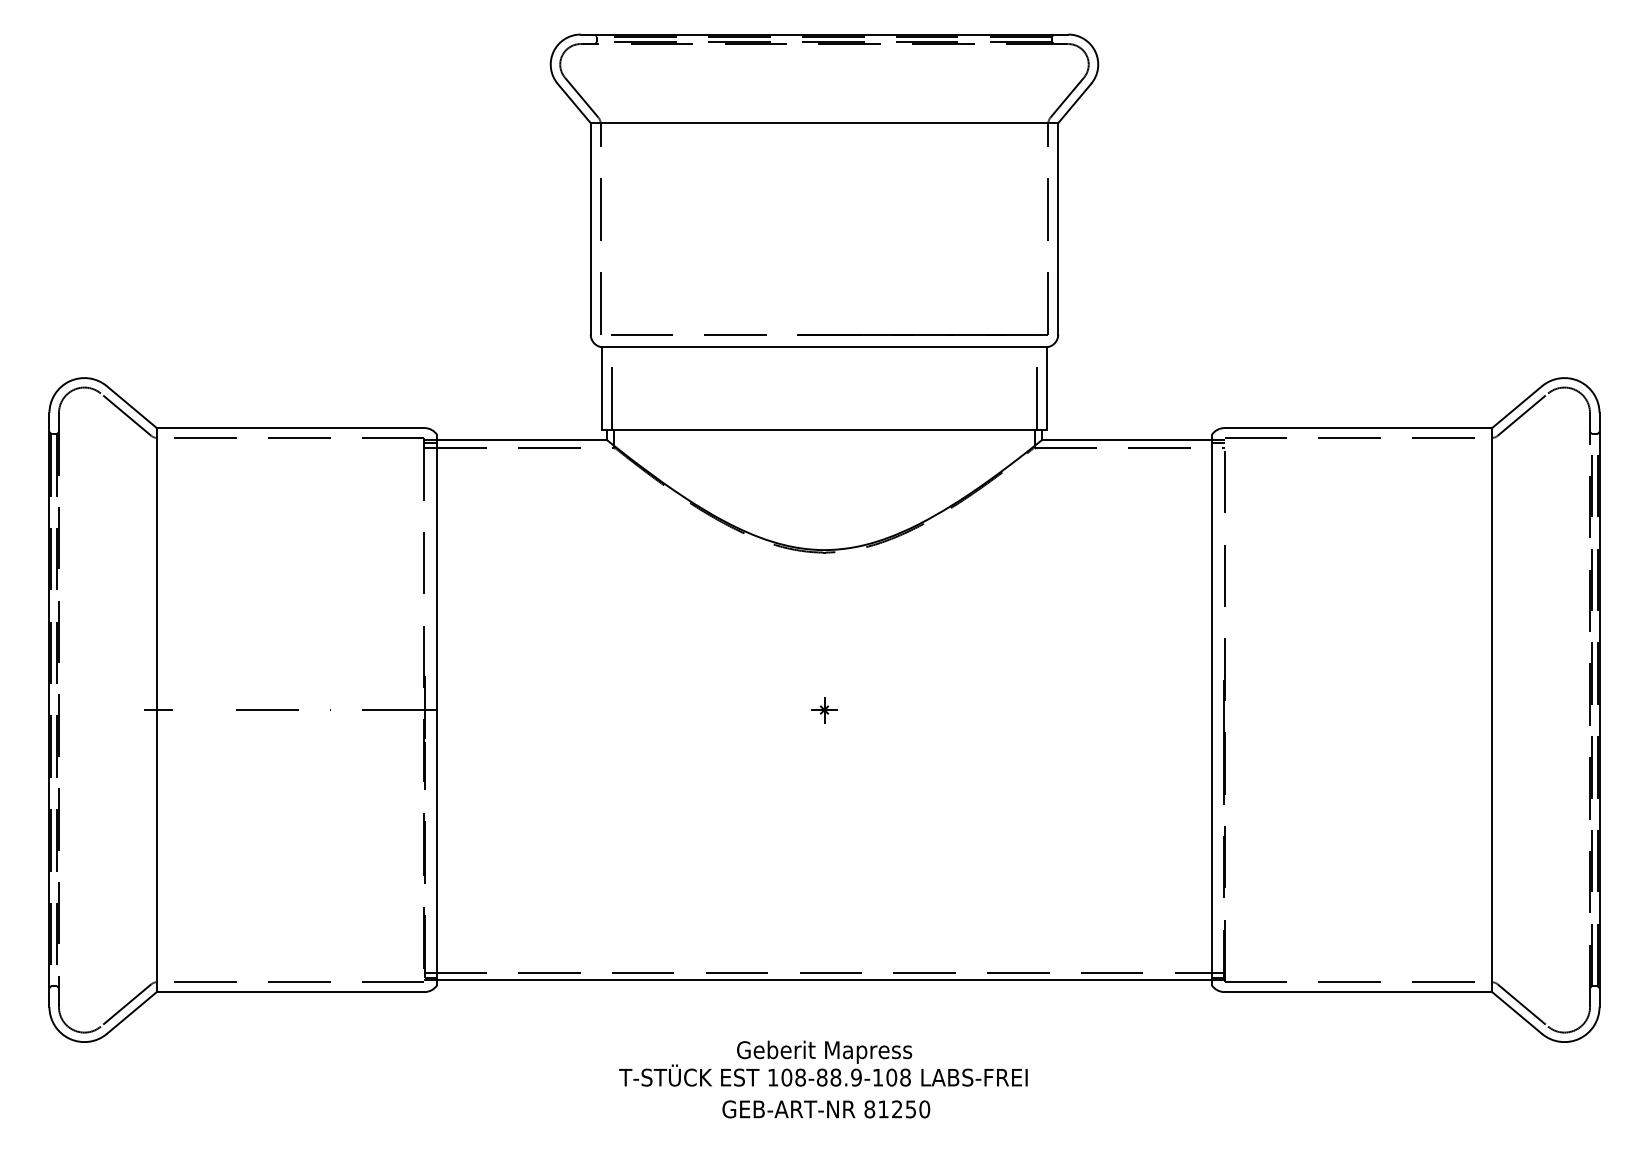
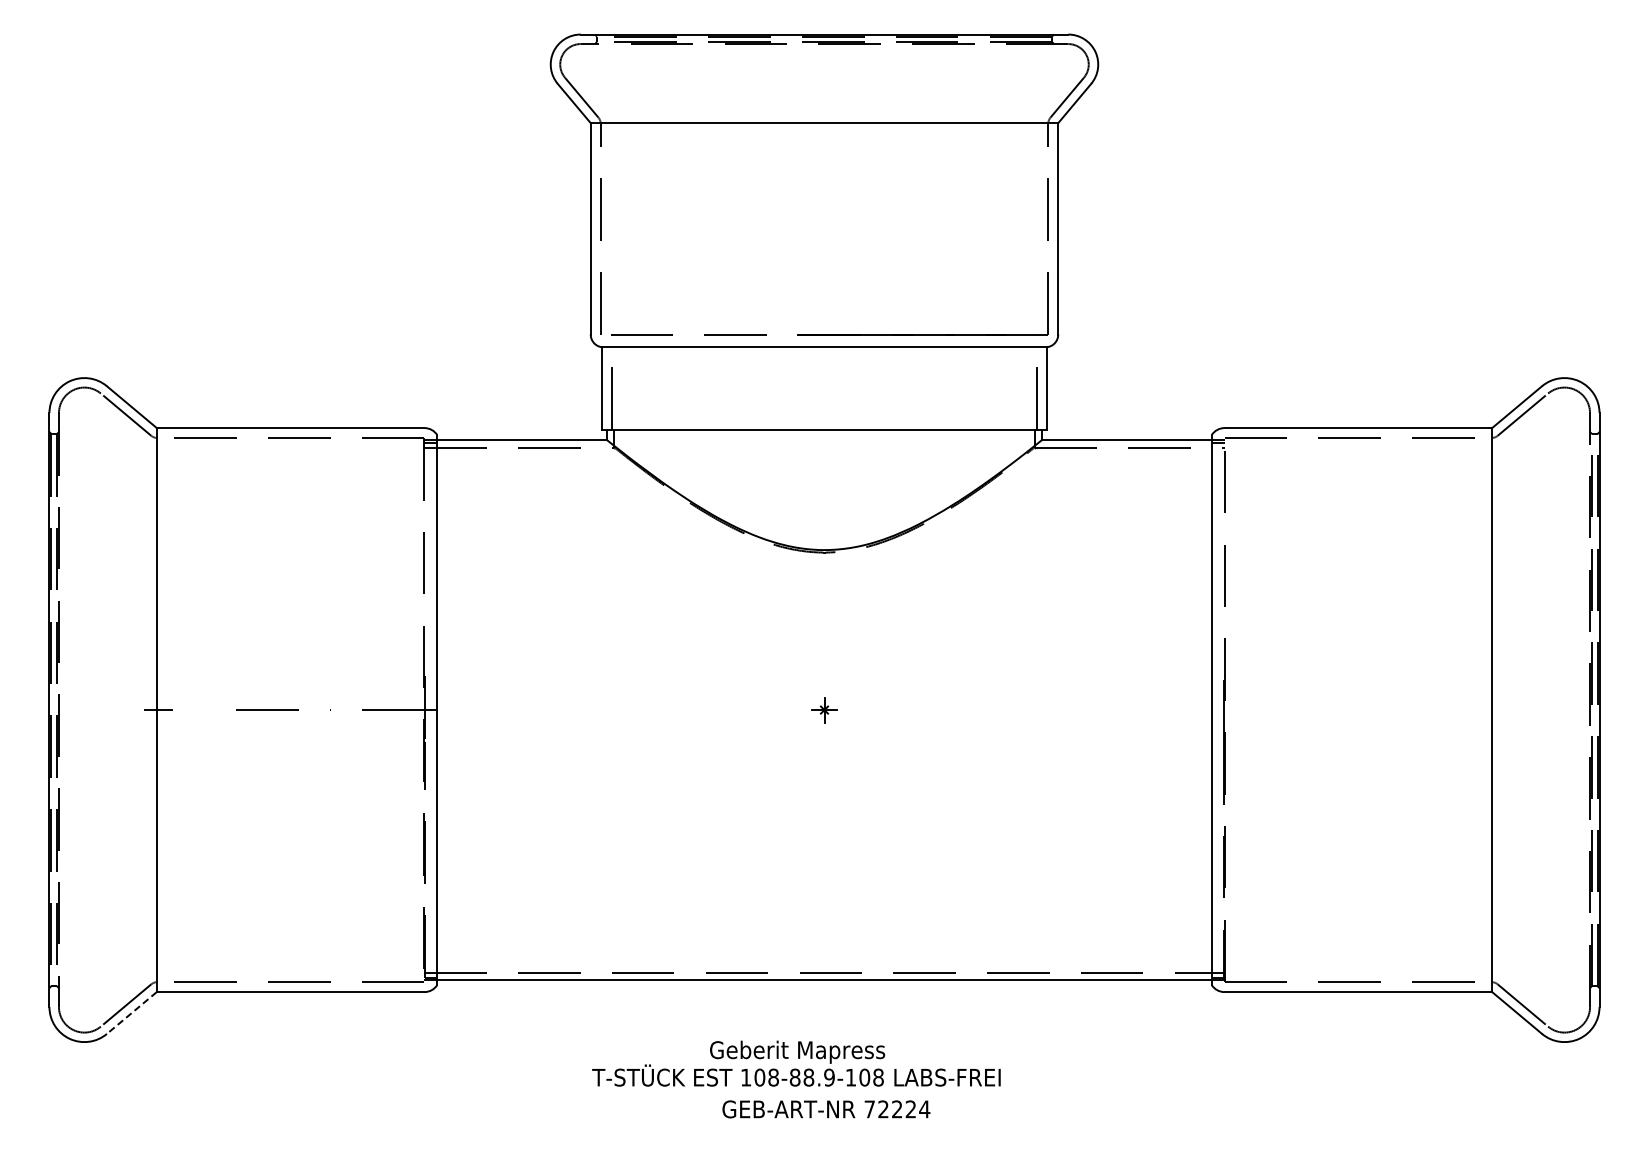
line at (131, 1012): solid -> dashed
text at (823, 1063) position: (823, 1063) -> (796, 1063)
text at (897, 1109): 81250 -> 72224
